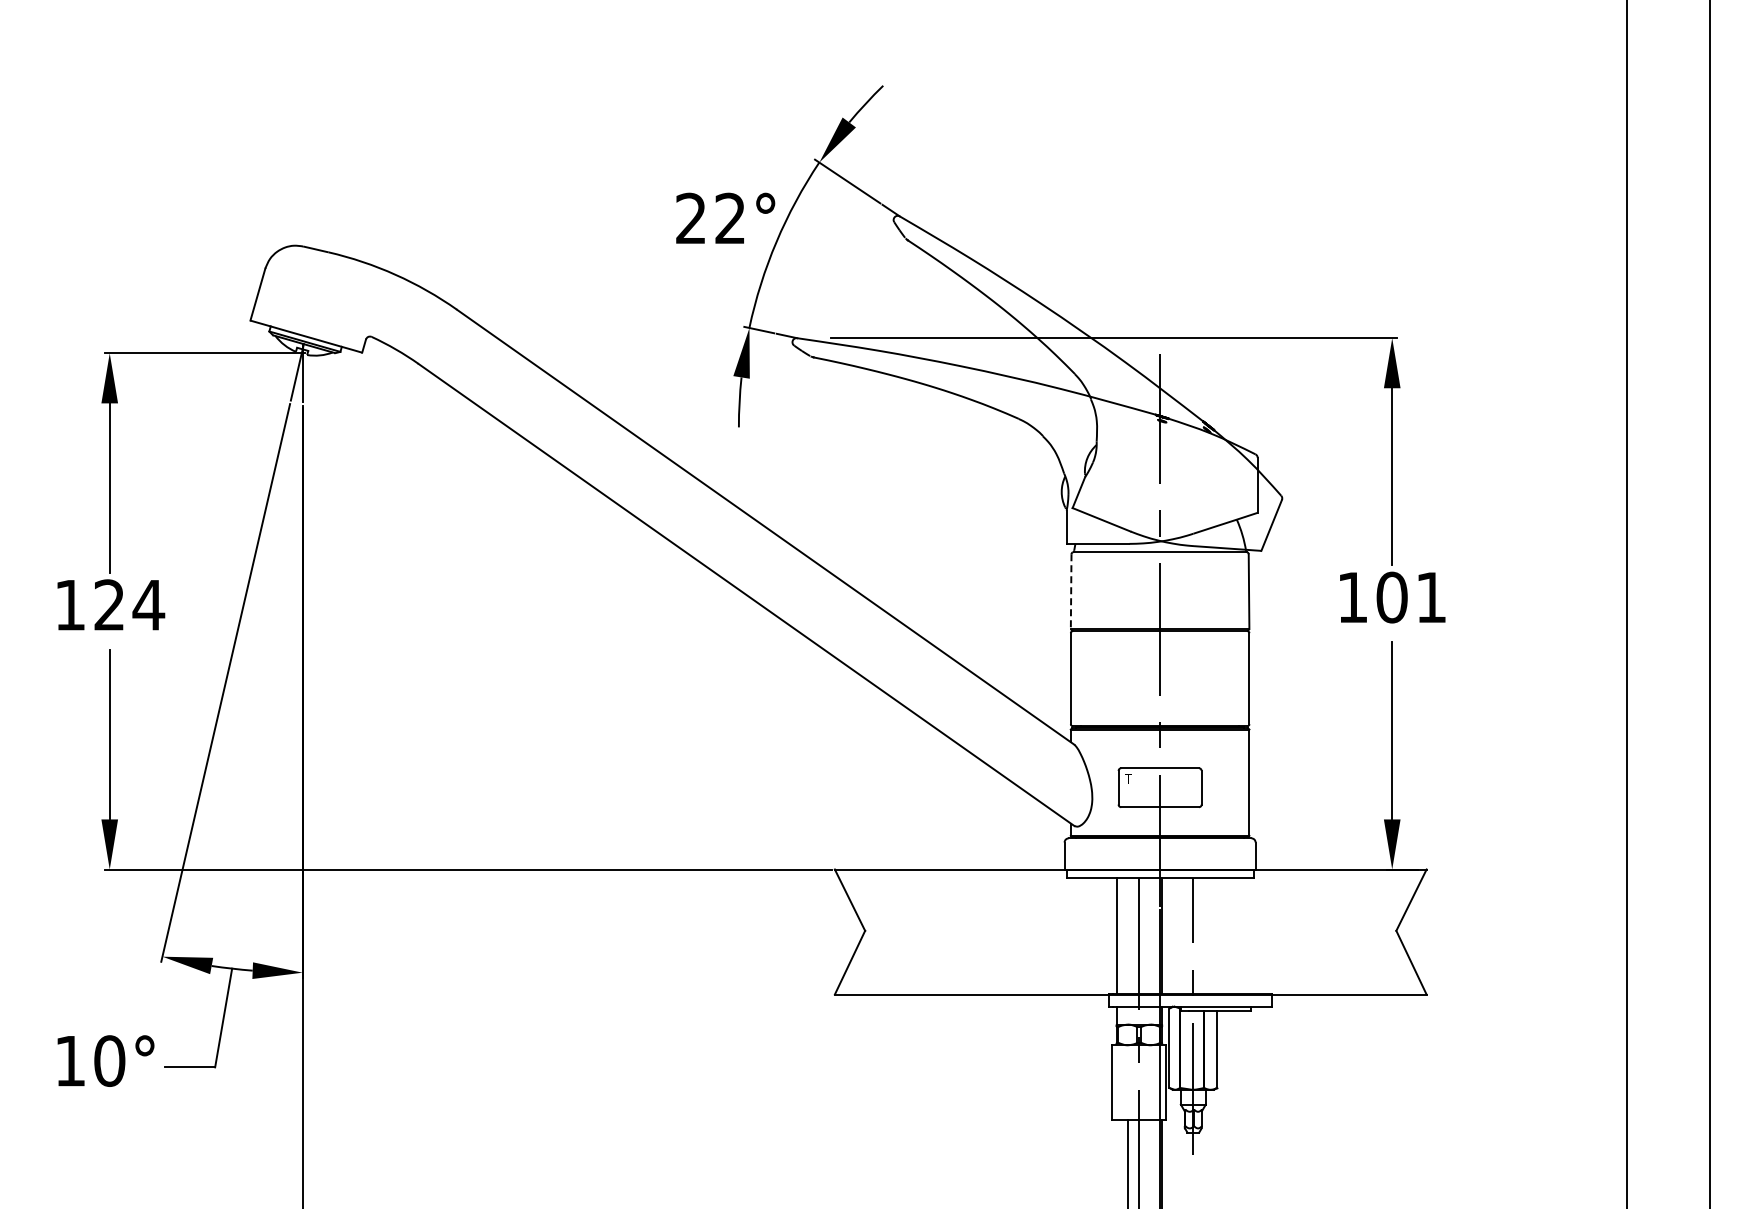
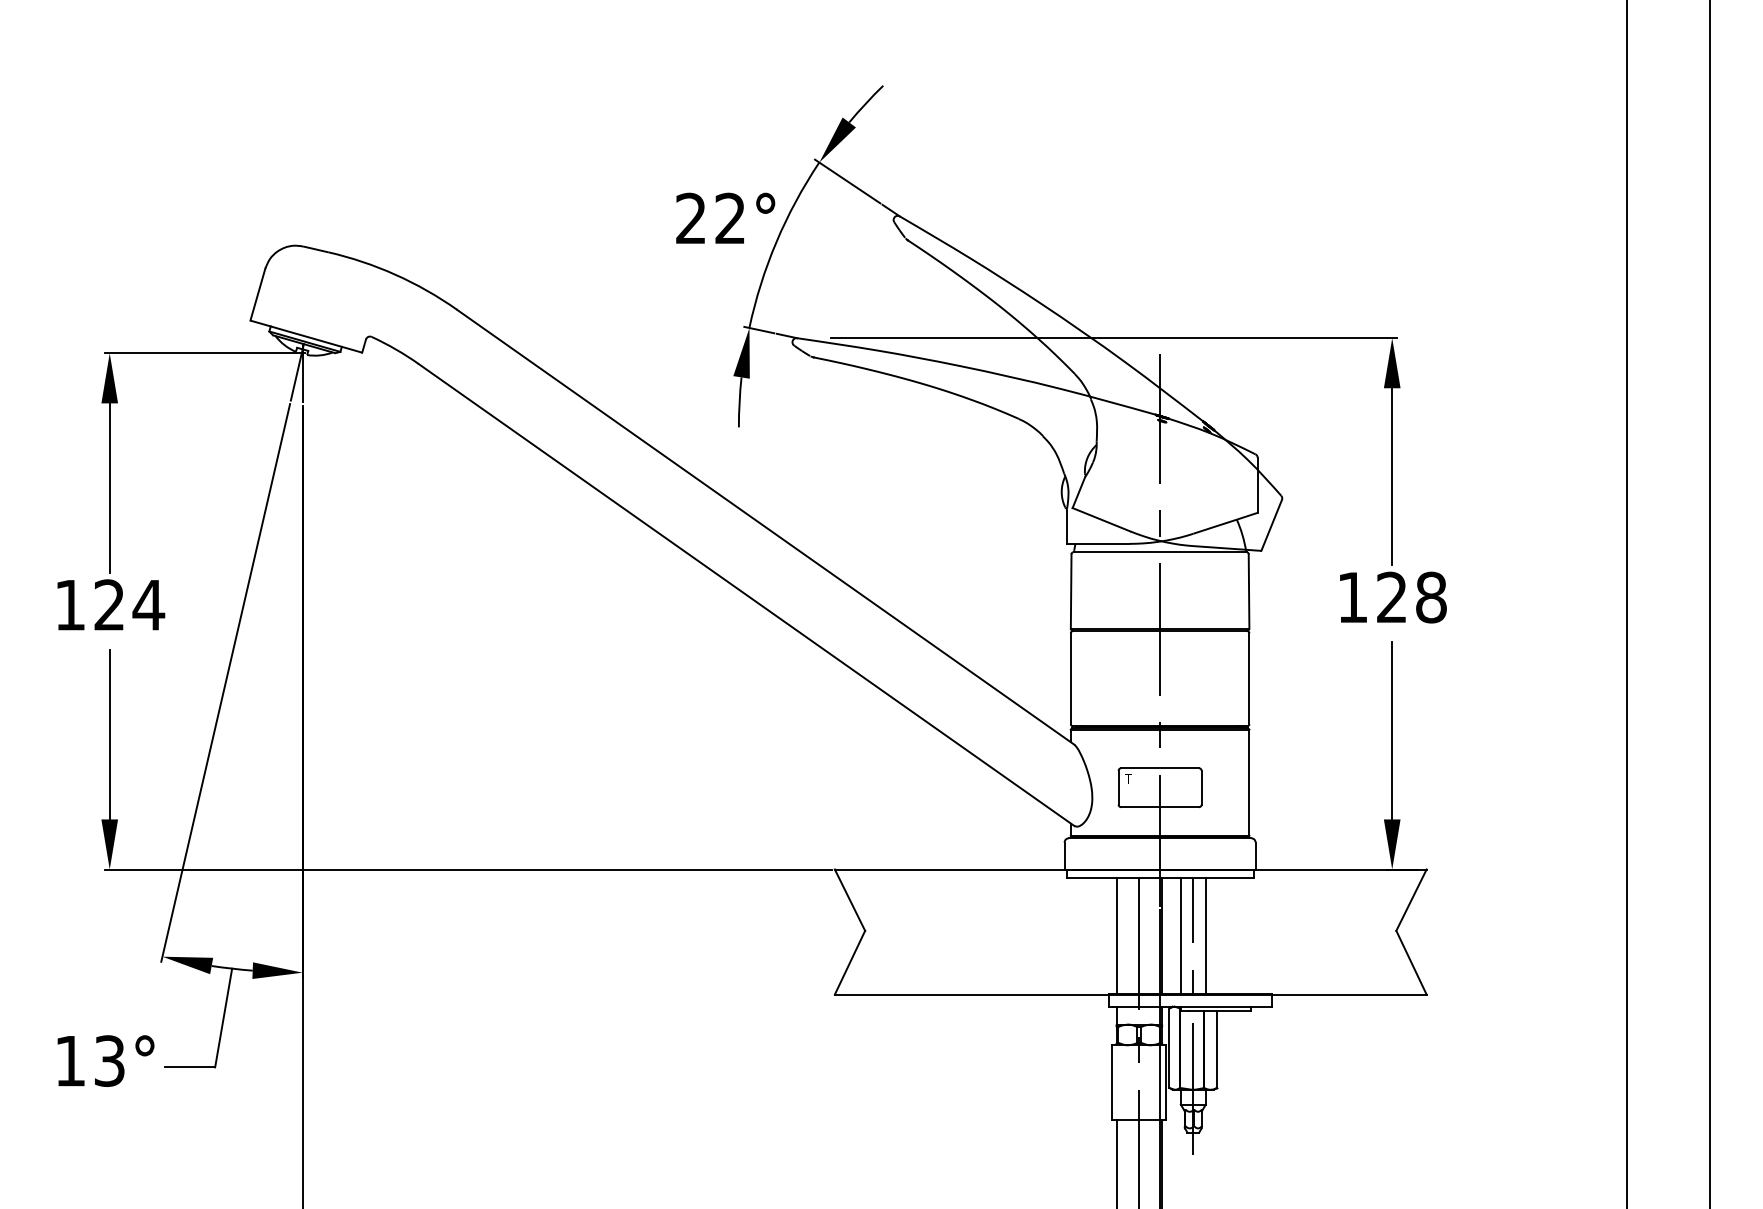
line at (1071, 592): dashed -> solid
text at (1411, 597): 101 -> 128
line at (1180, 935): none -> present
line at (1205, 935): none -> present
text at (109, 1060): 10° -> 13°
line at (1127, 1162) position: (1127, 1162) -> (1116, 1162)
